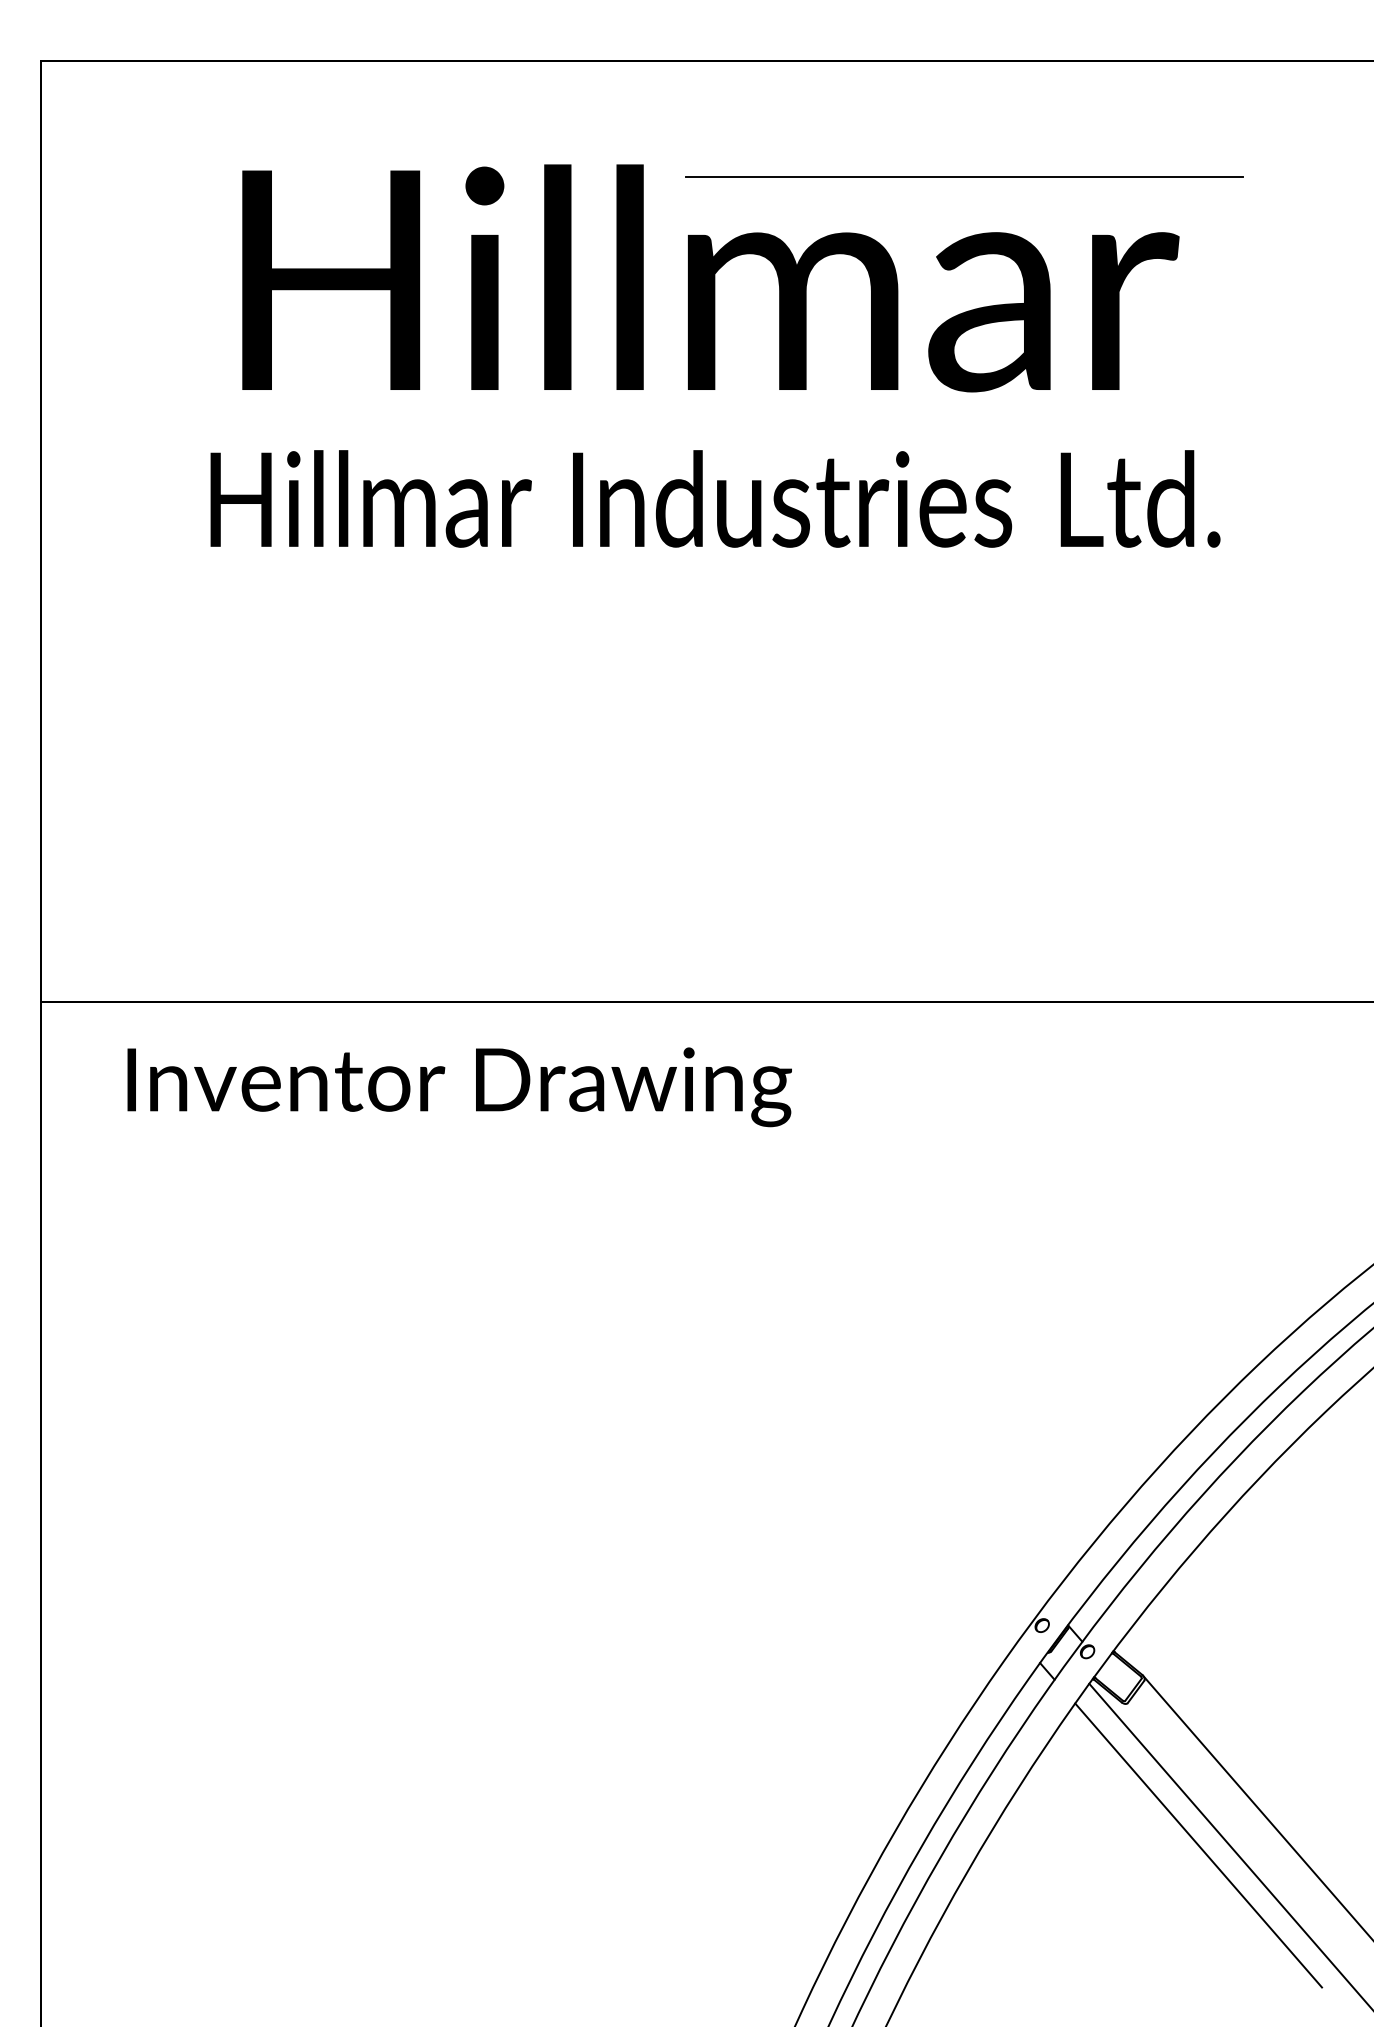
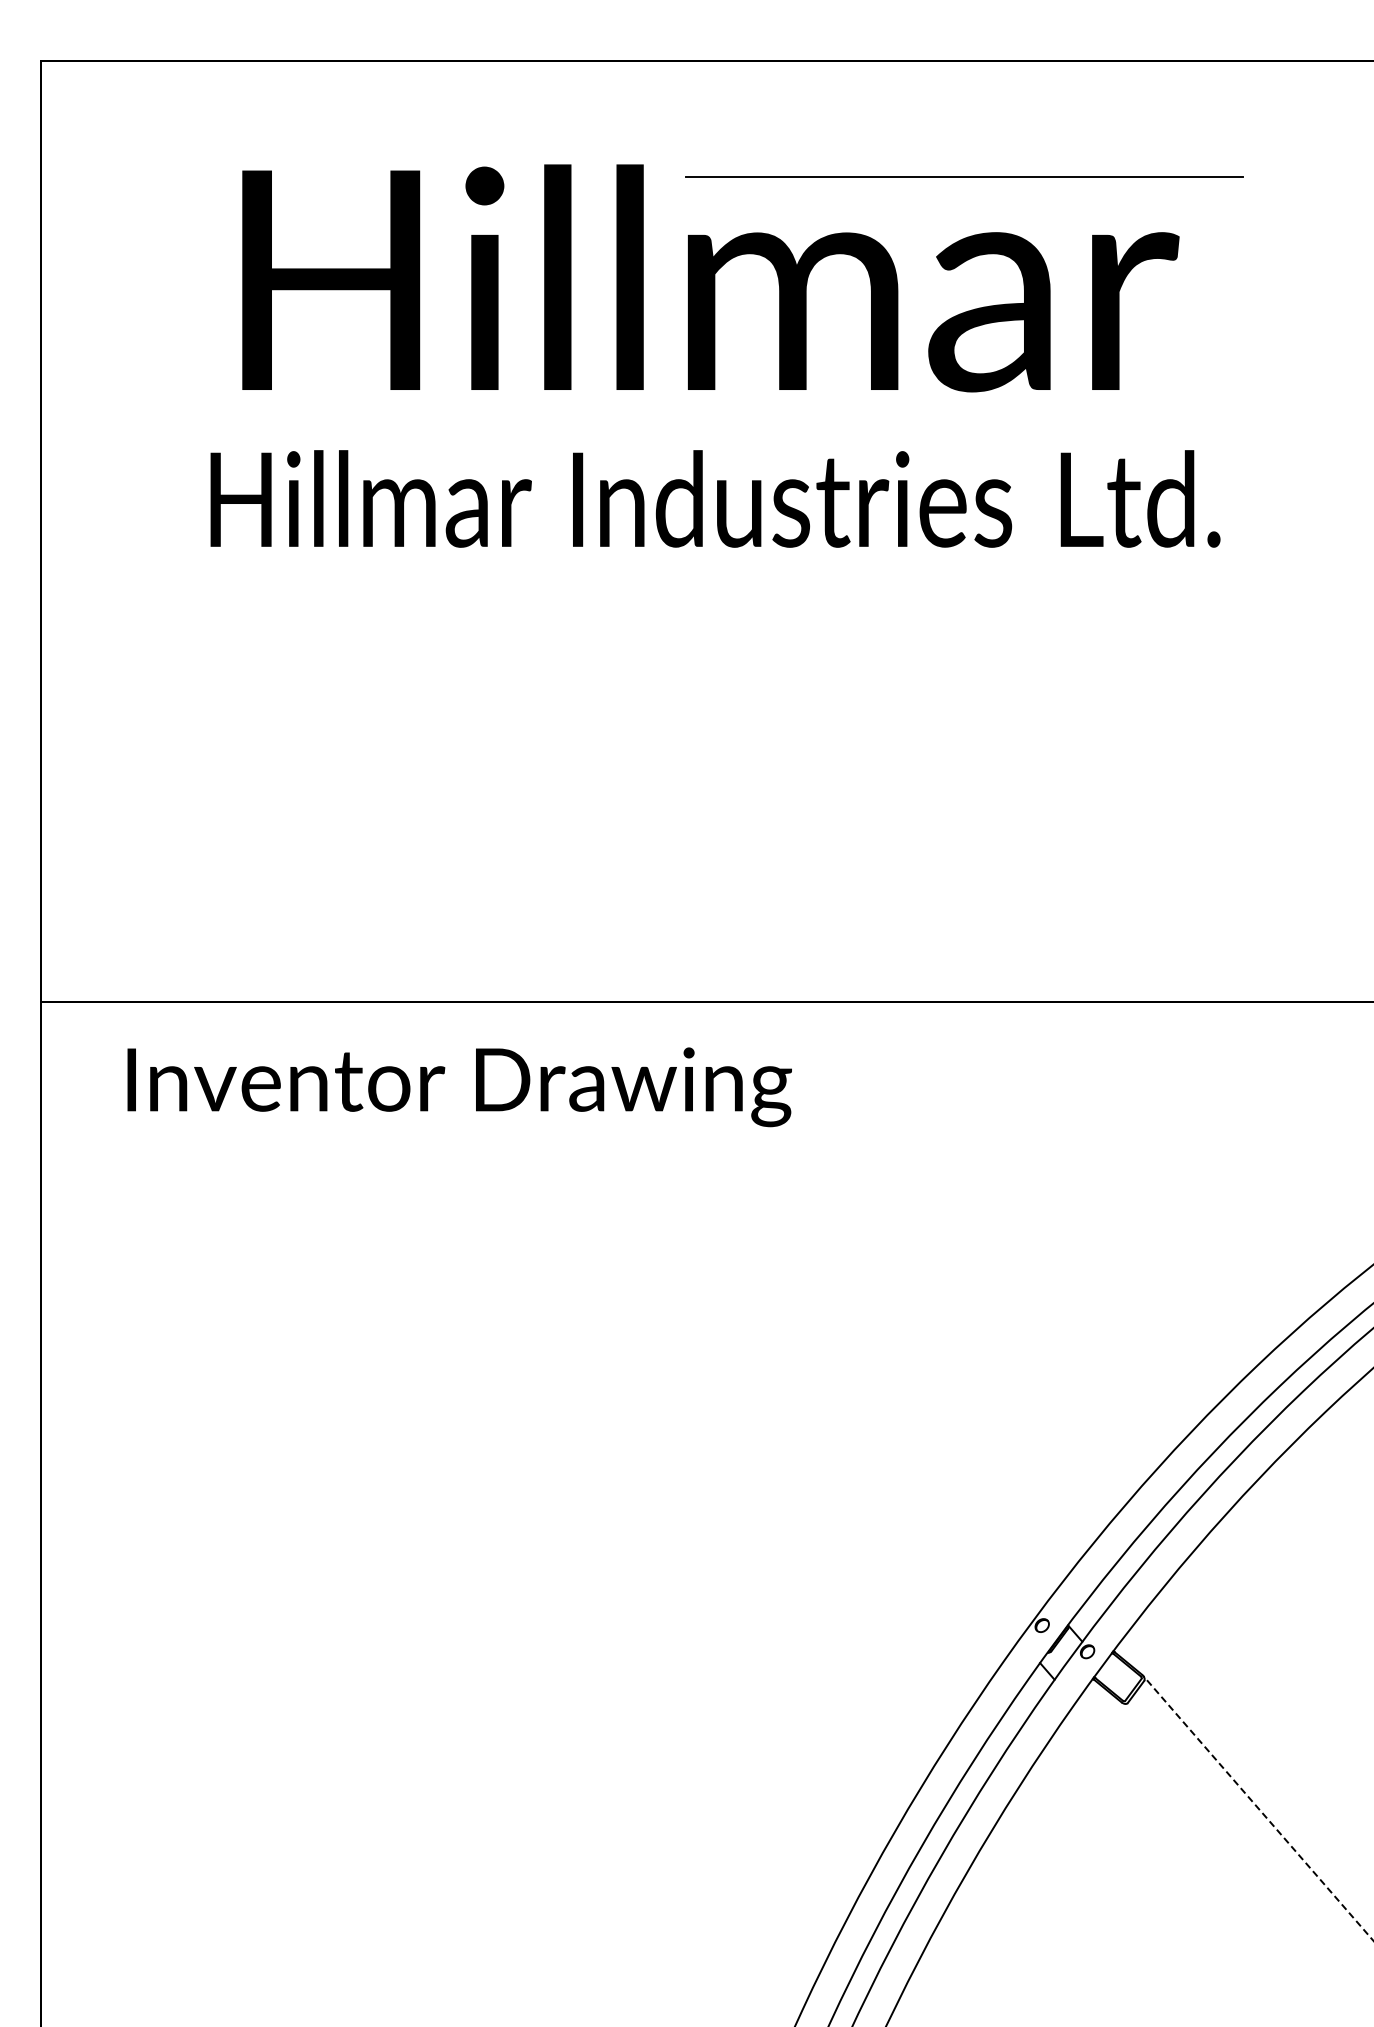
line at (1258, 1808): solid -> dashed
line at (1198, 1845): present -> none
line at (1229, 1845): present -> none
